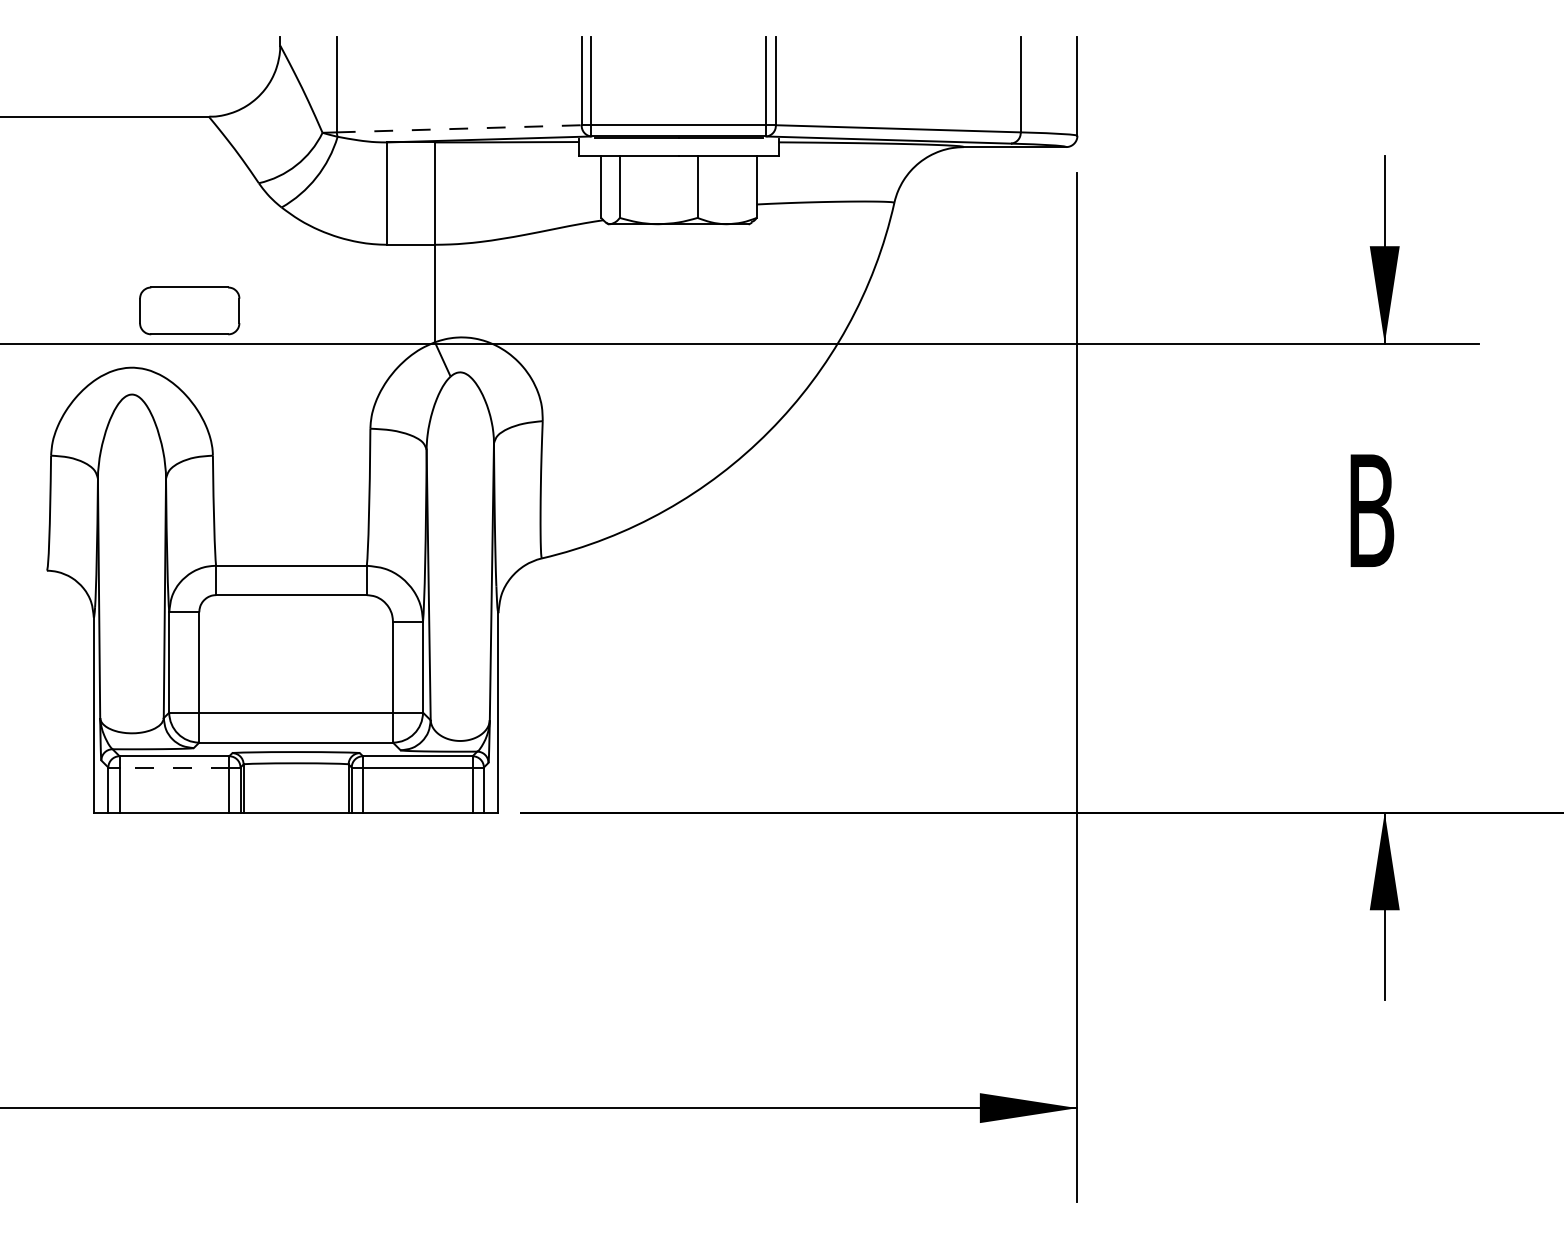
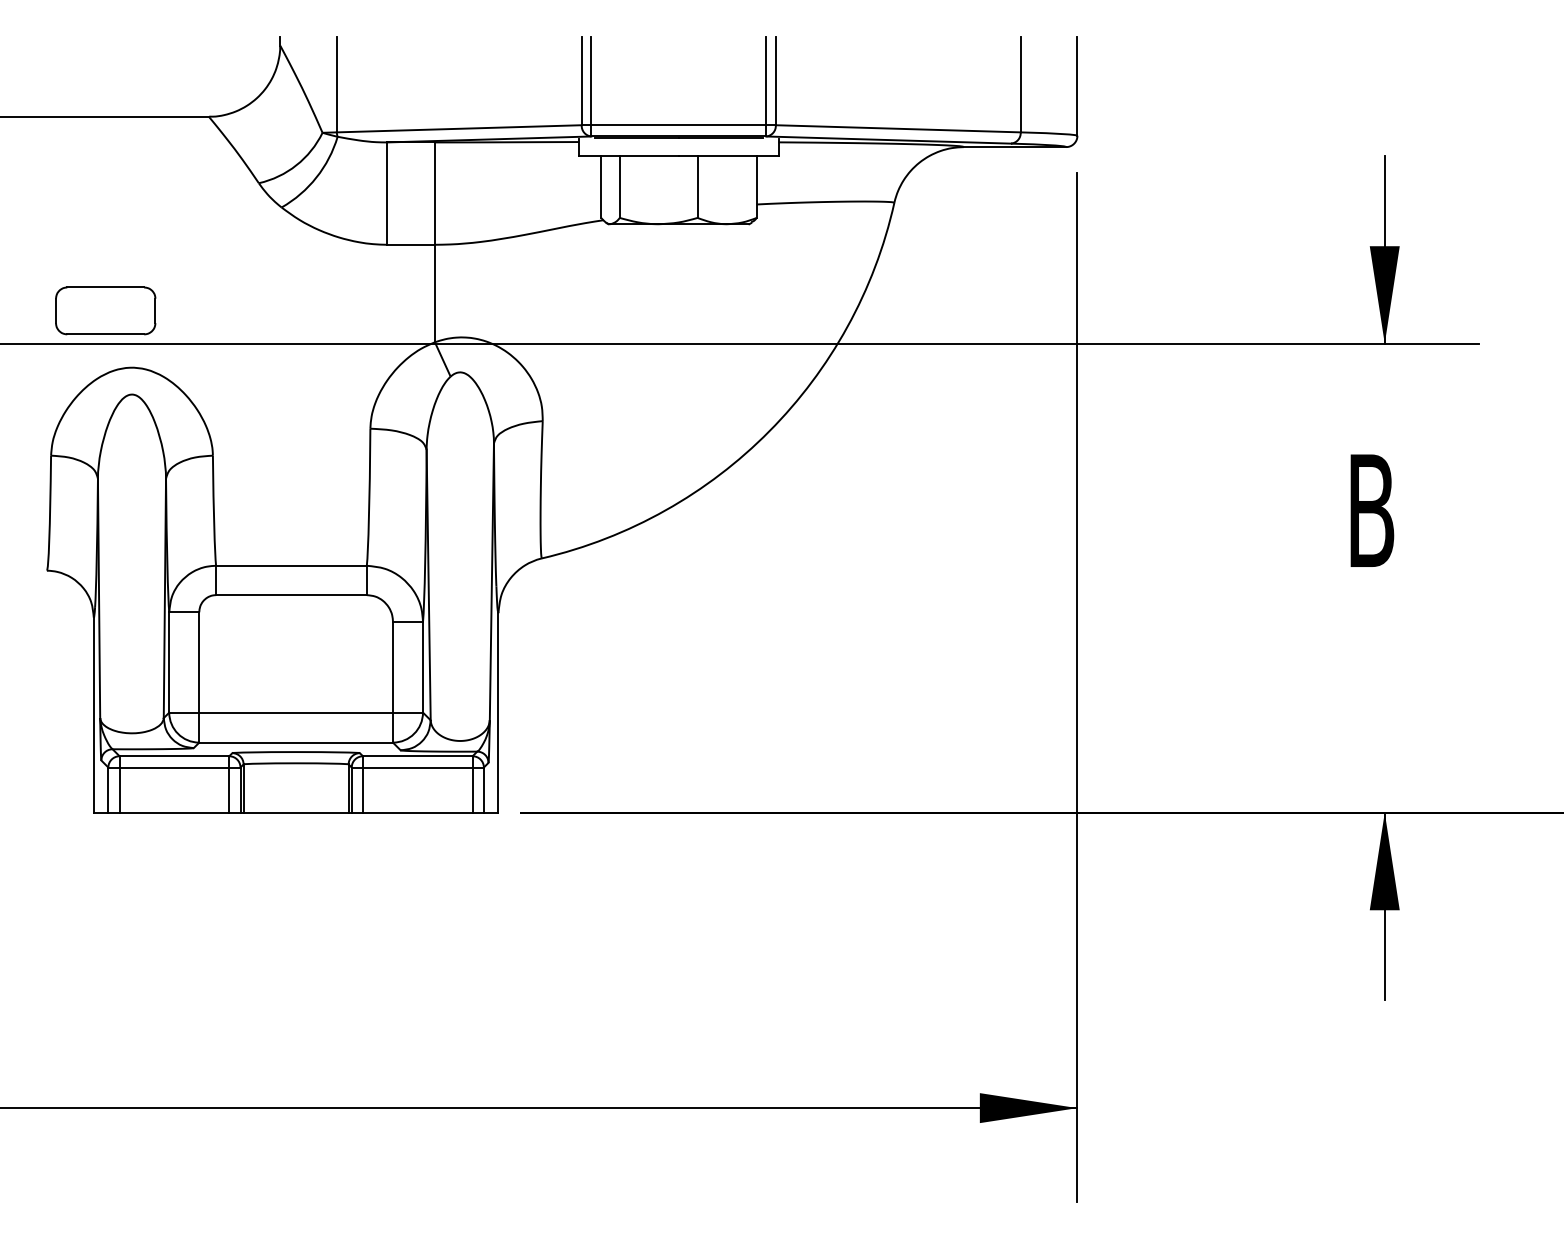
line at (459, 128): dashed -> solid
part at (189, 310) position: (189, 310) -> (105, 310)
line at (174, 767): dashed -> solid
